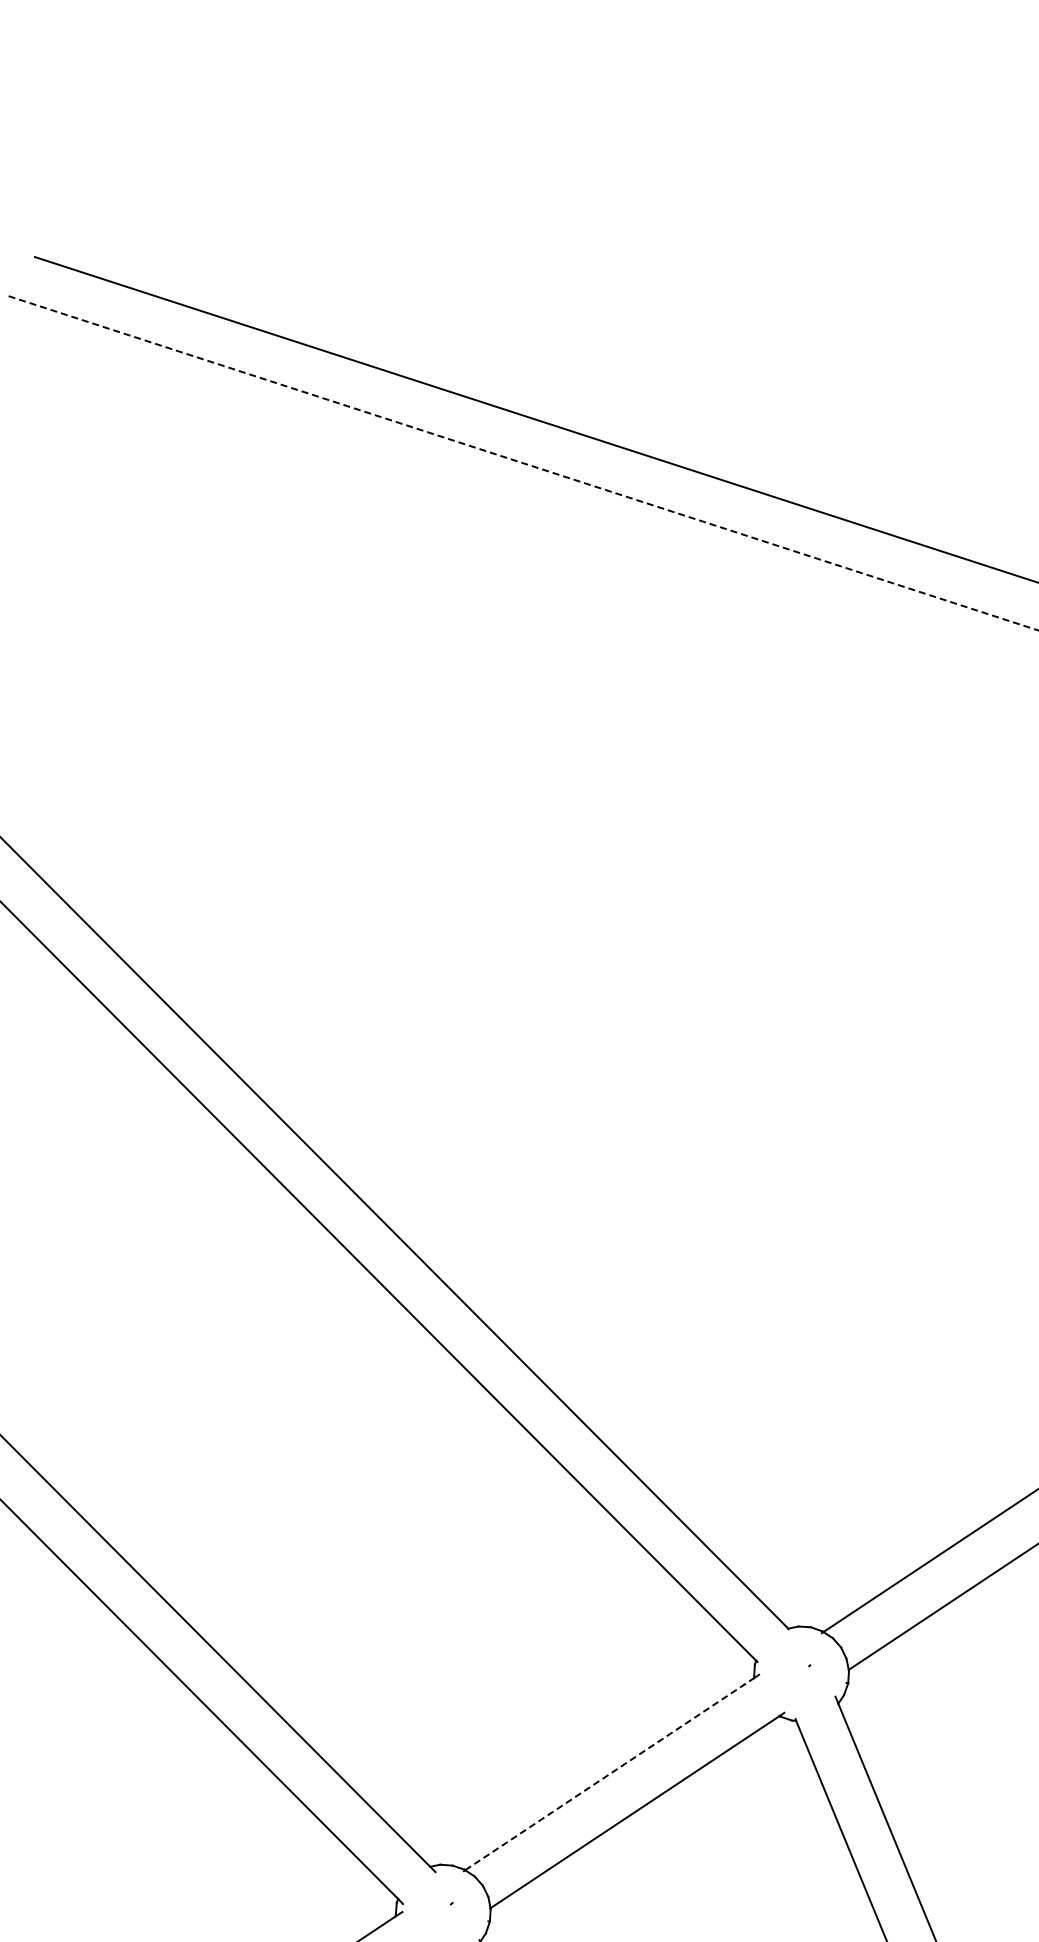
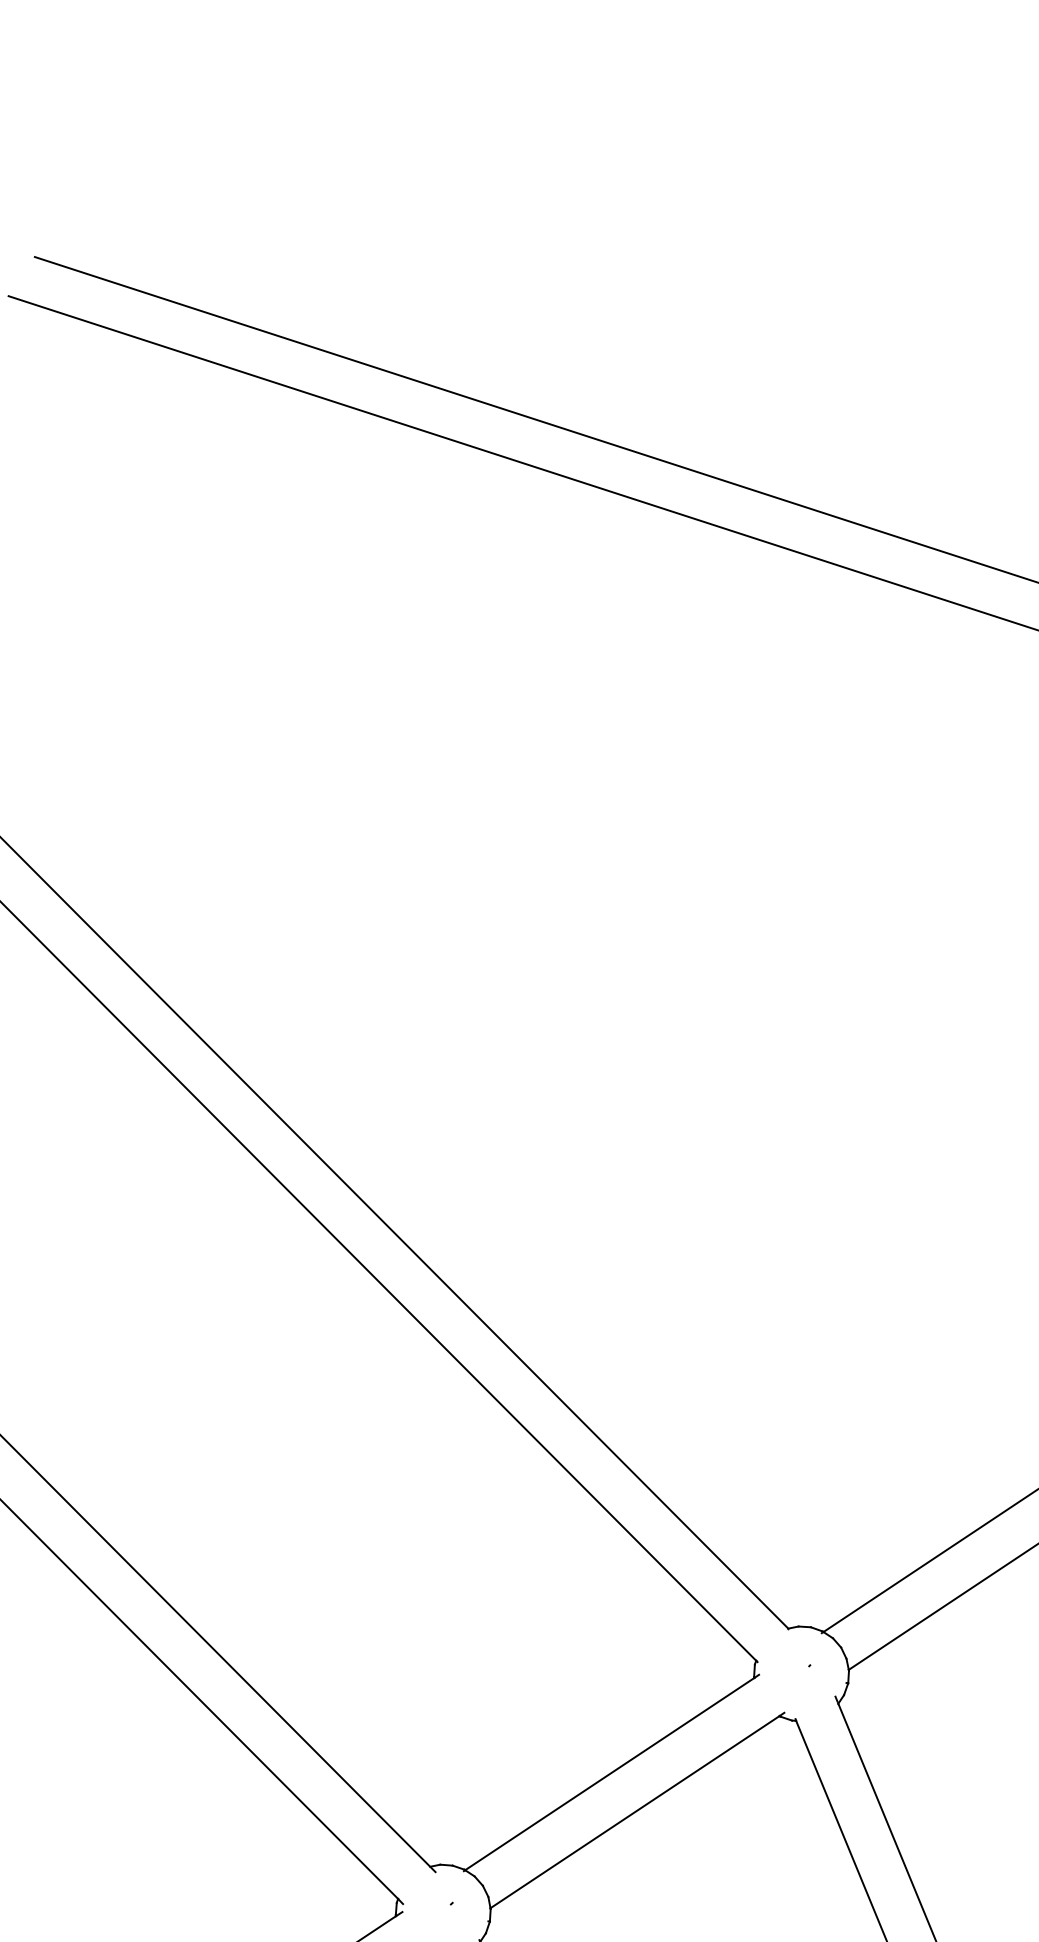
line at (523, 463): dashed -> solid
line at (609, 1774): dashed -> solid
